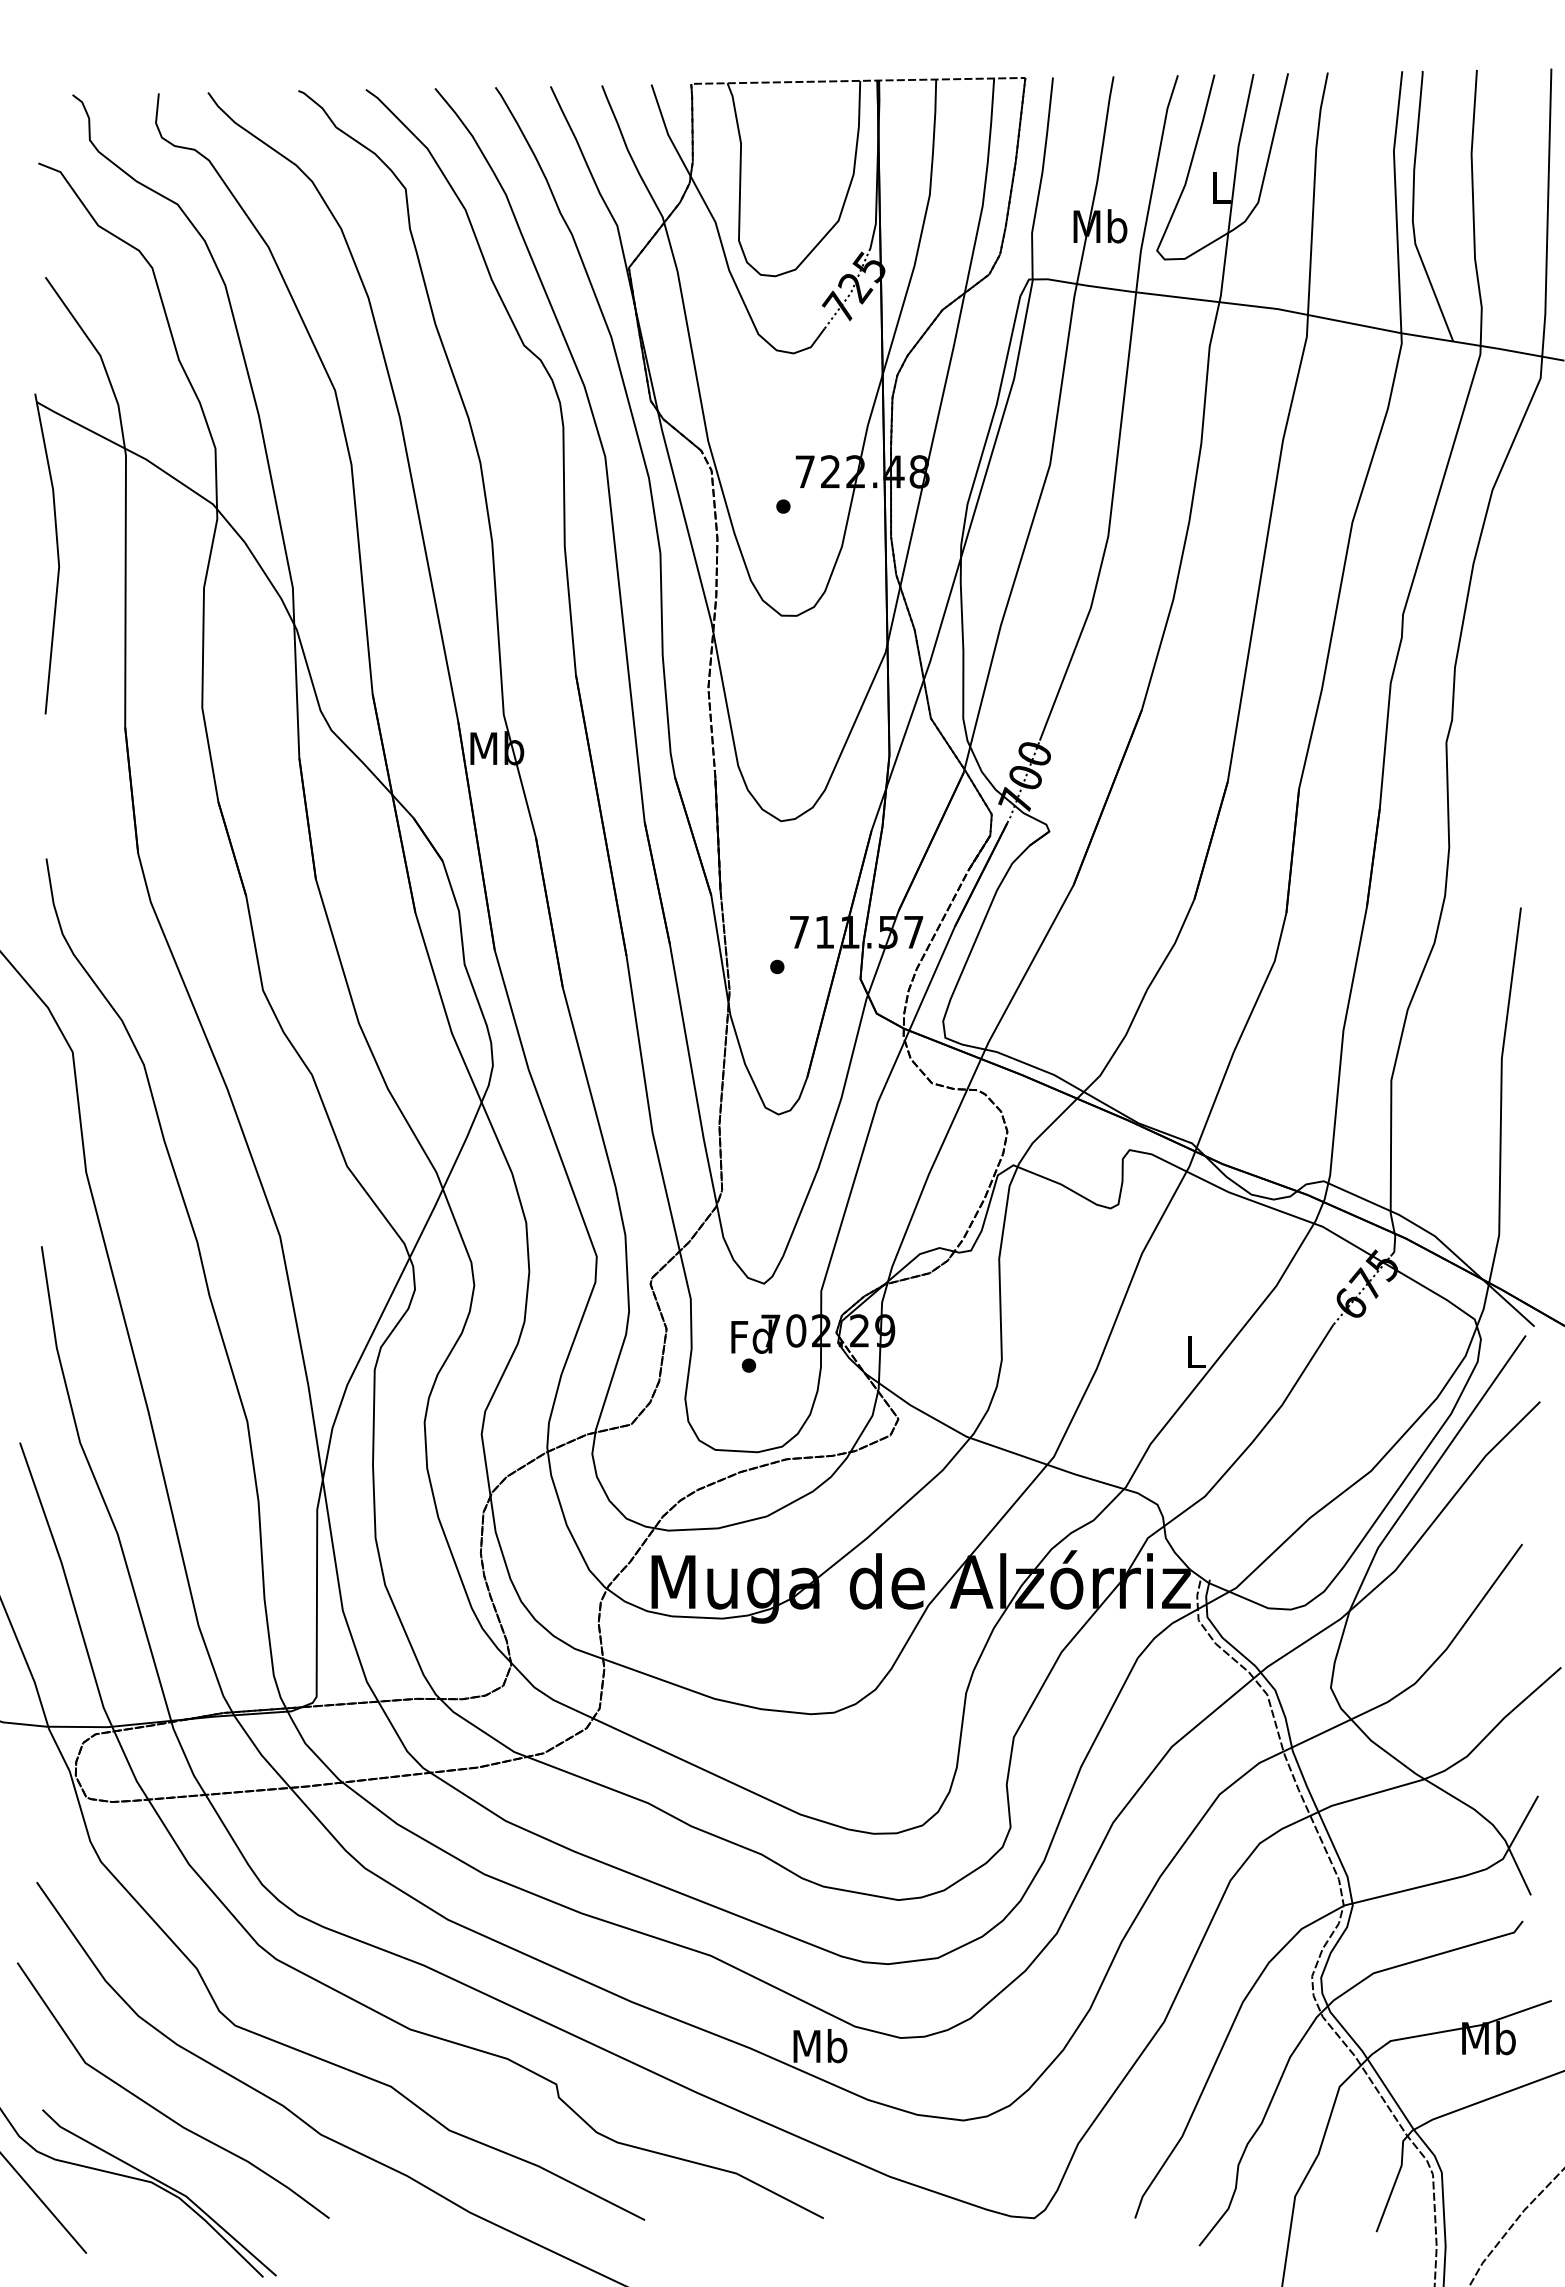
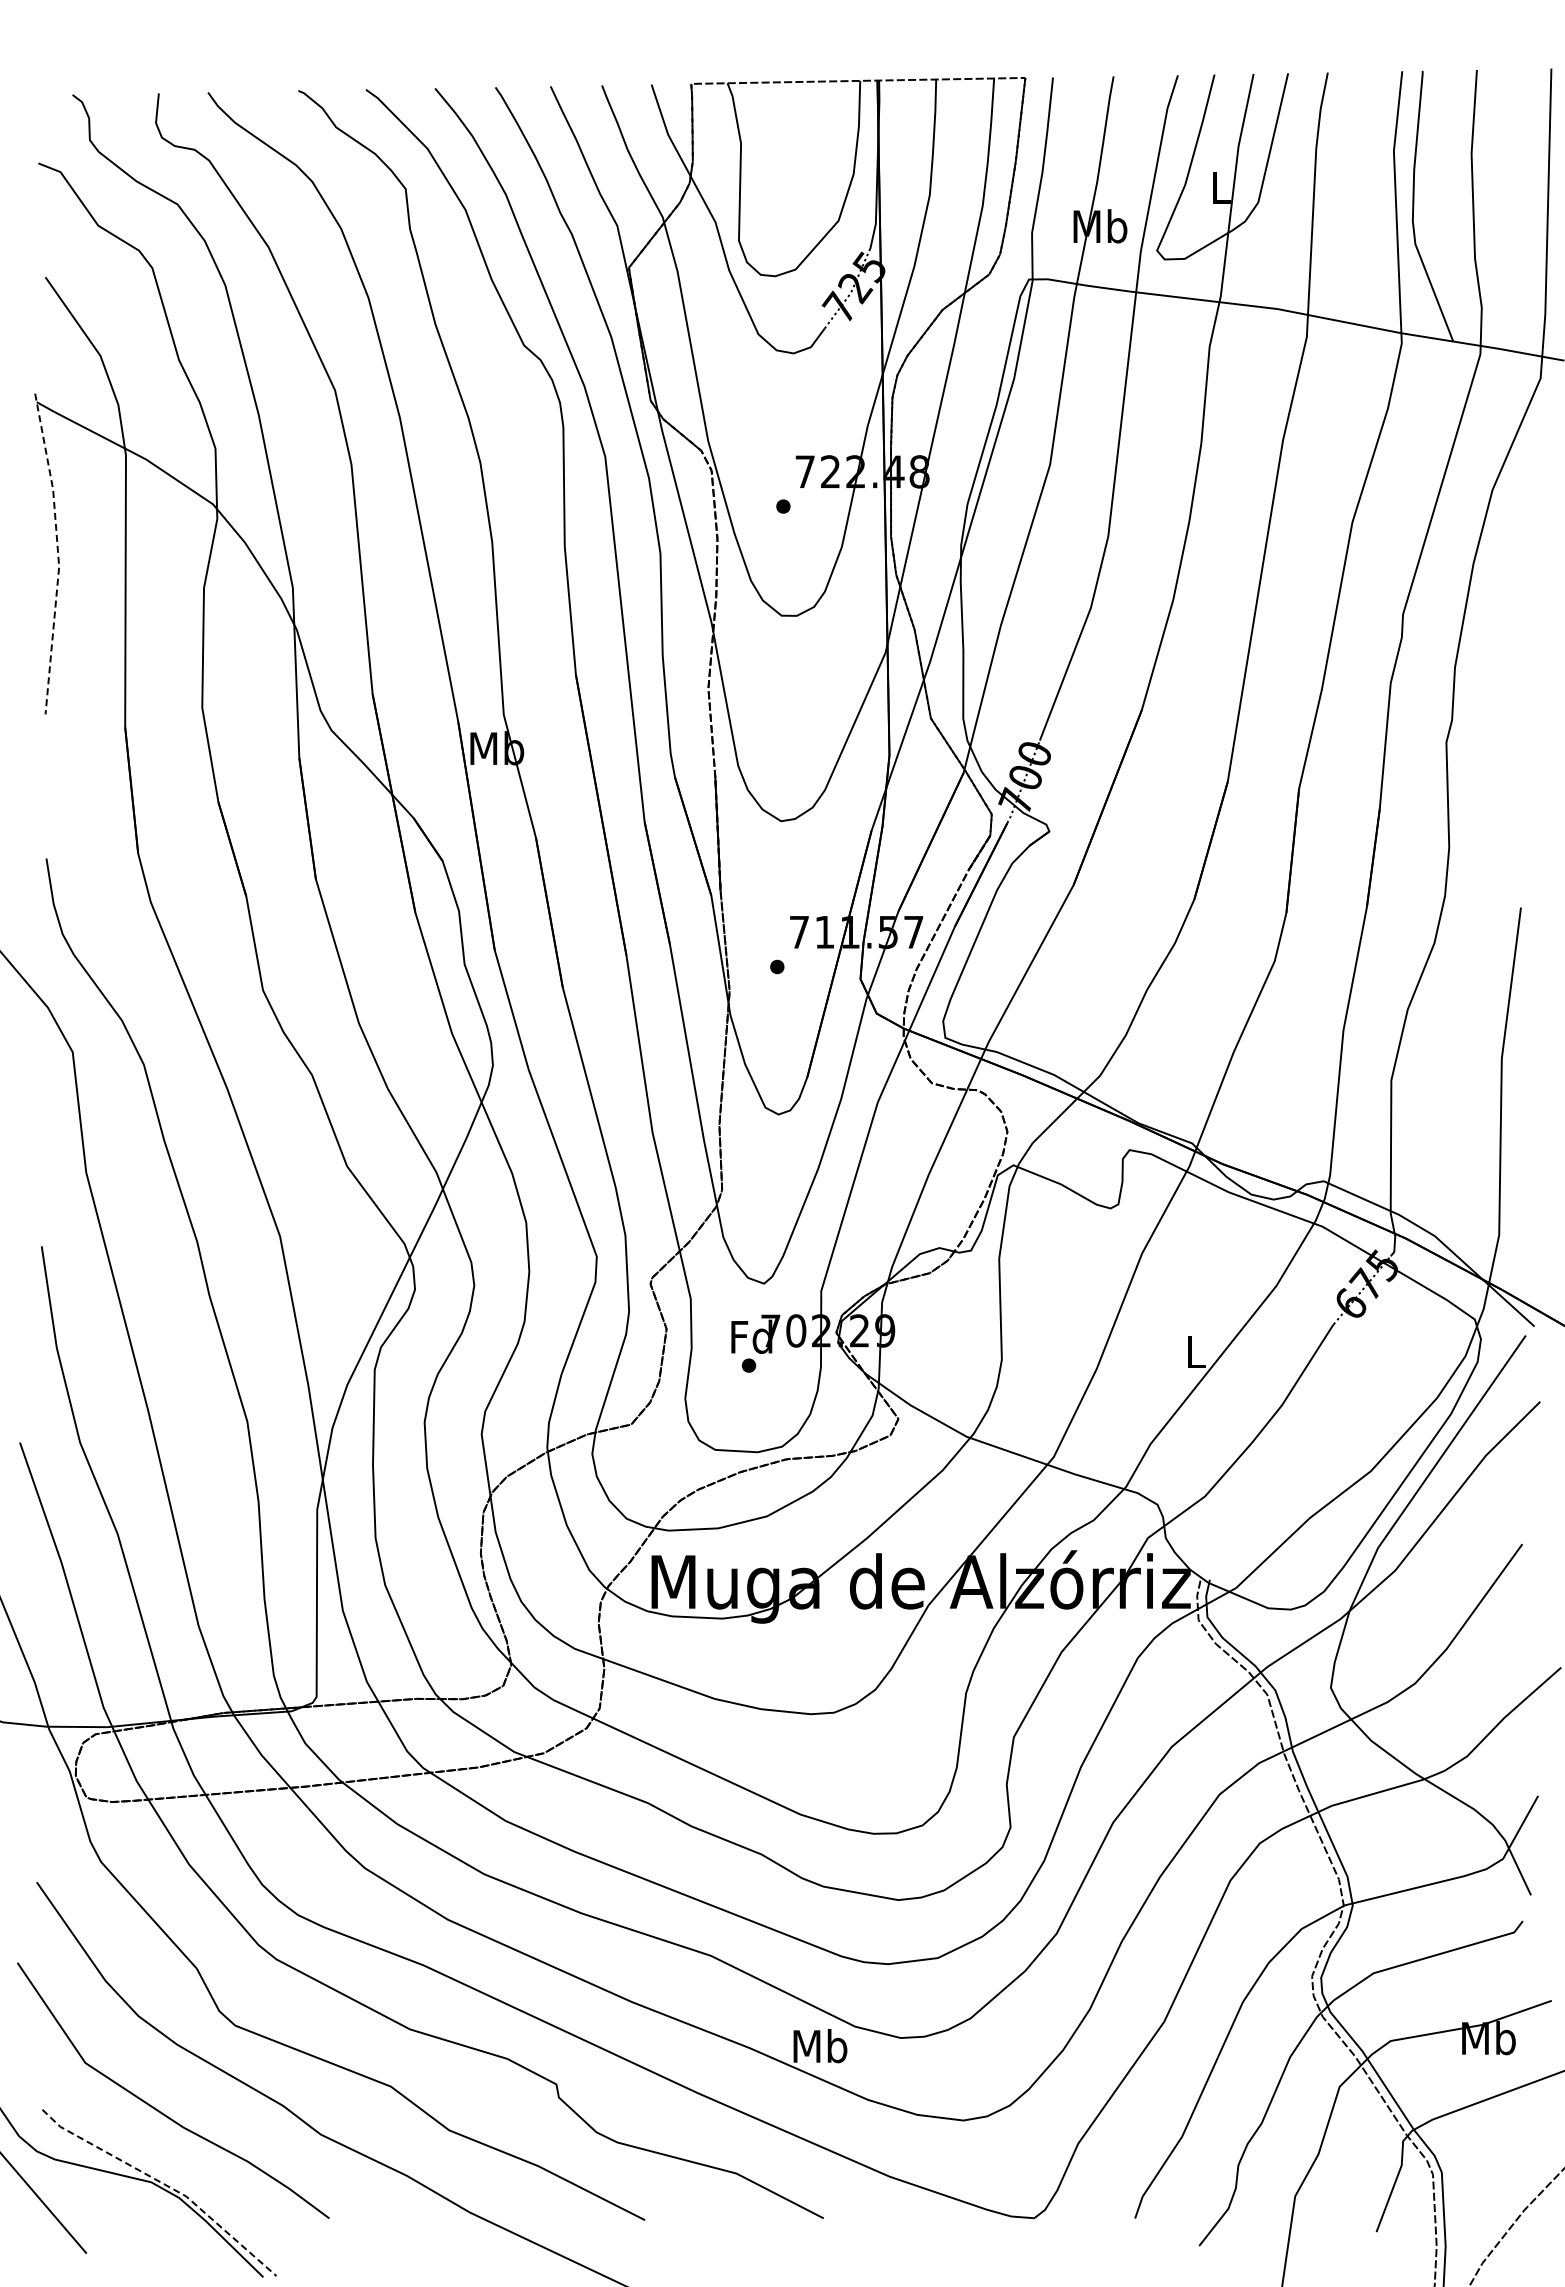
line at (58, 553): solid -> dashed
line at (165, 2184): solid -> dashed
